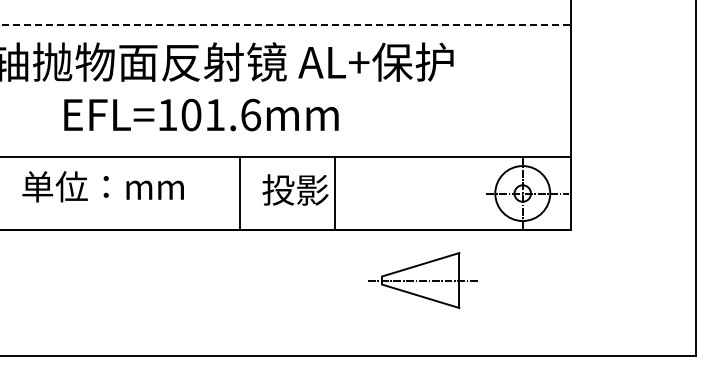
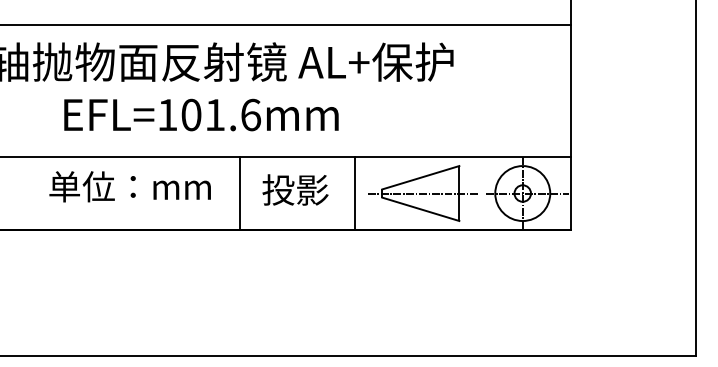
line at (286, 25): dashed -> solid
text at (102, 186) position: (102, 186) -> (129, 186)
line at (334, 193) position: (334, 193) -> (354, 193)
part at (422, 280) position: (422, 280) -> (422, 193)
